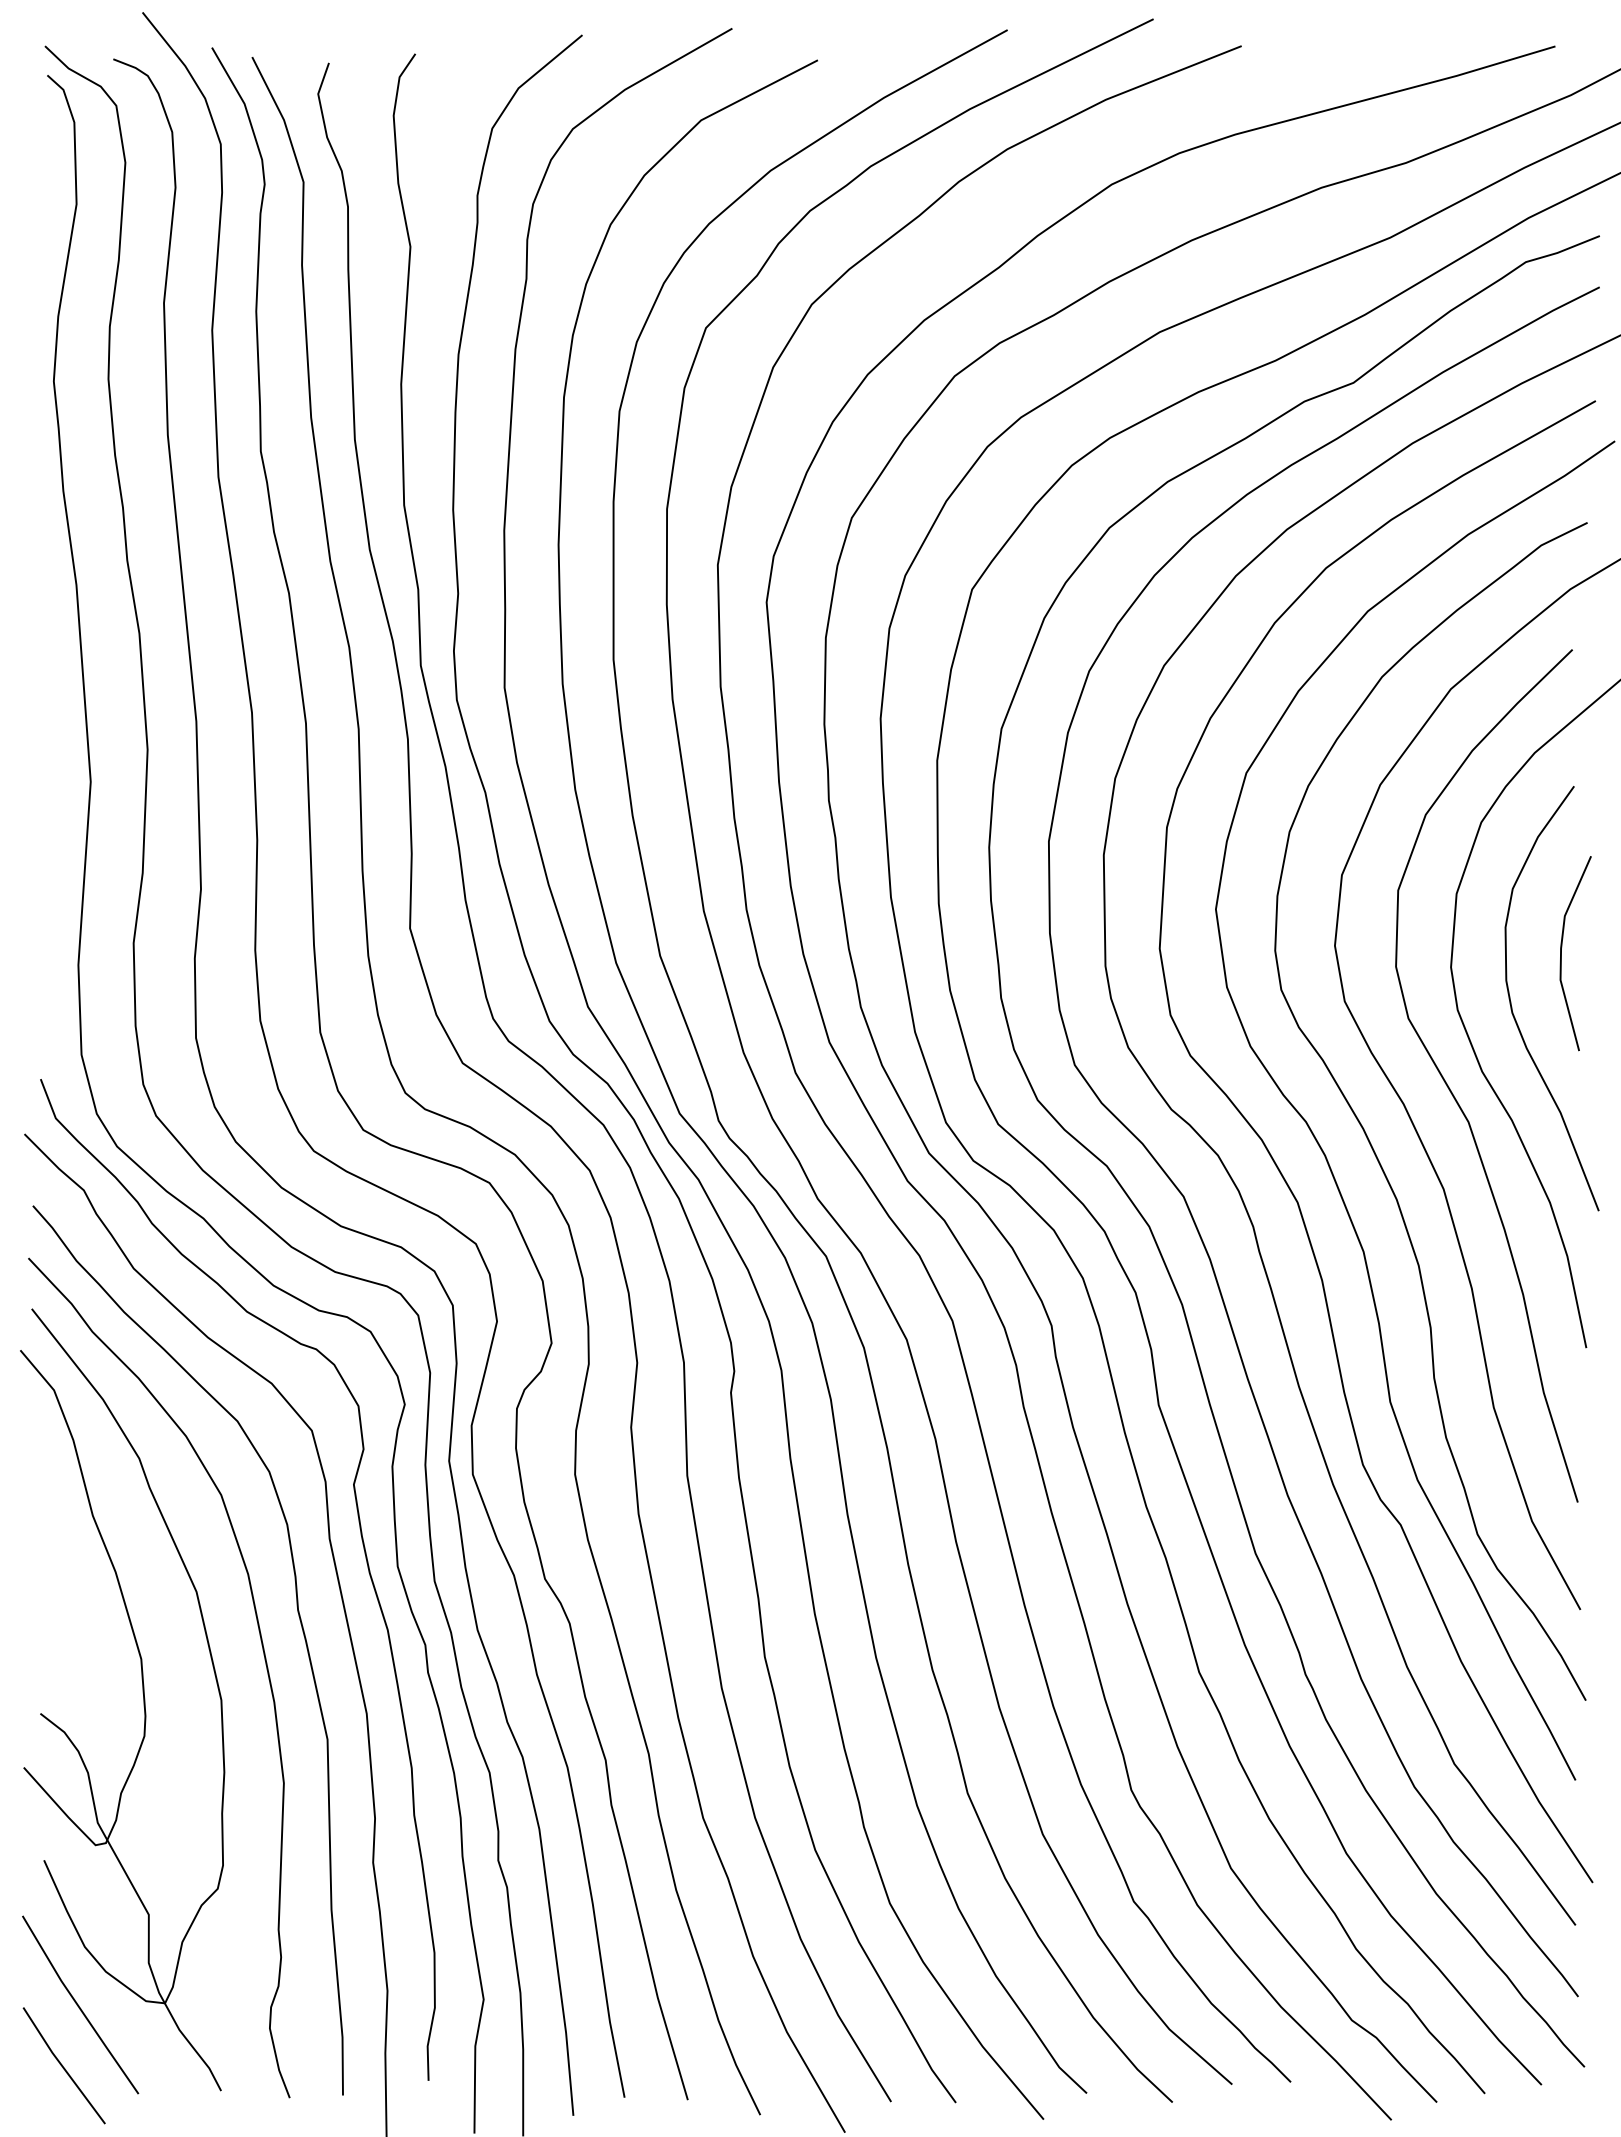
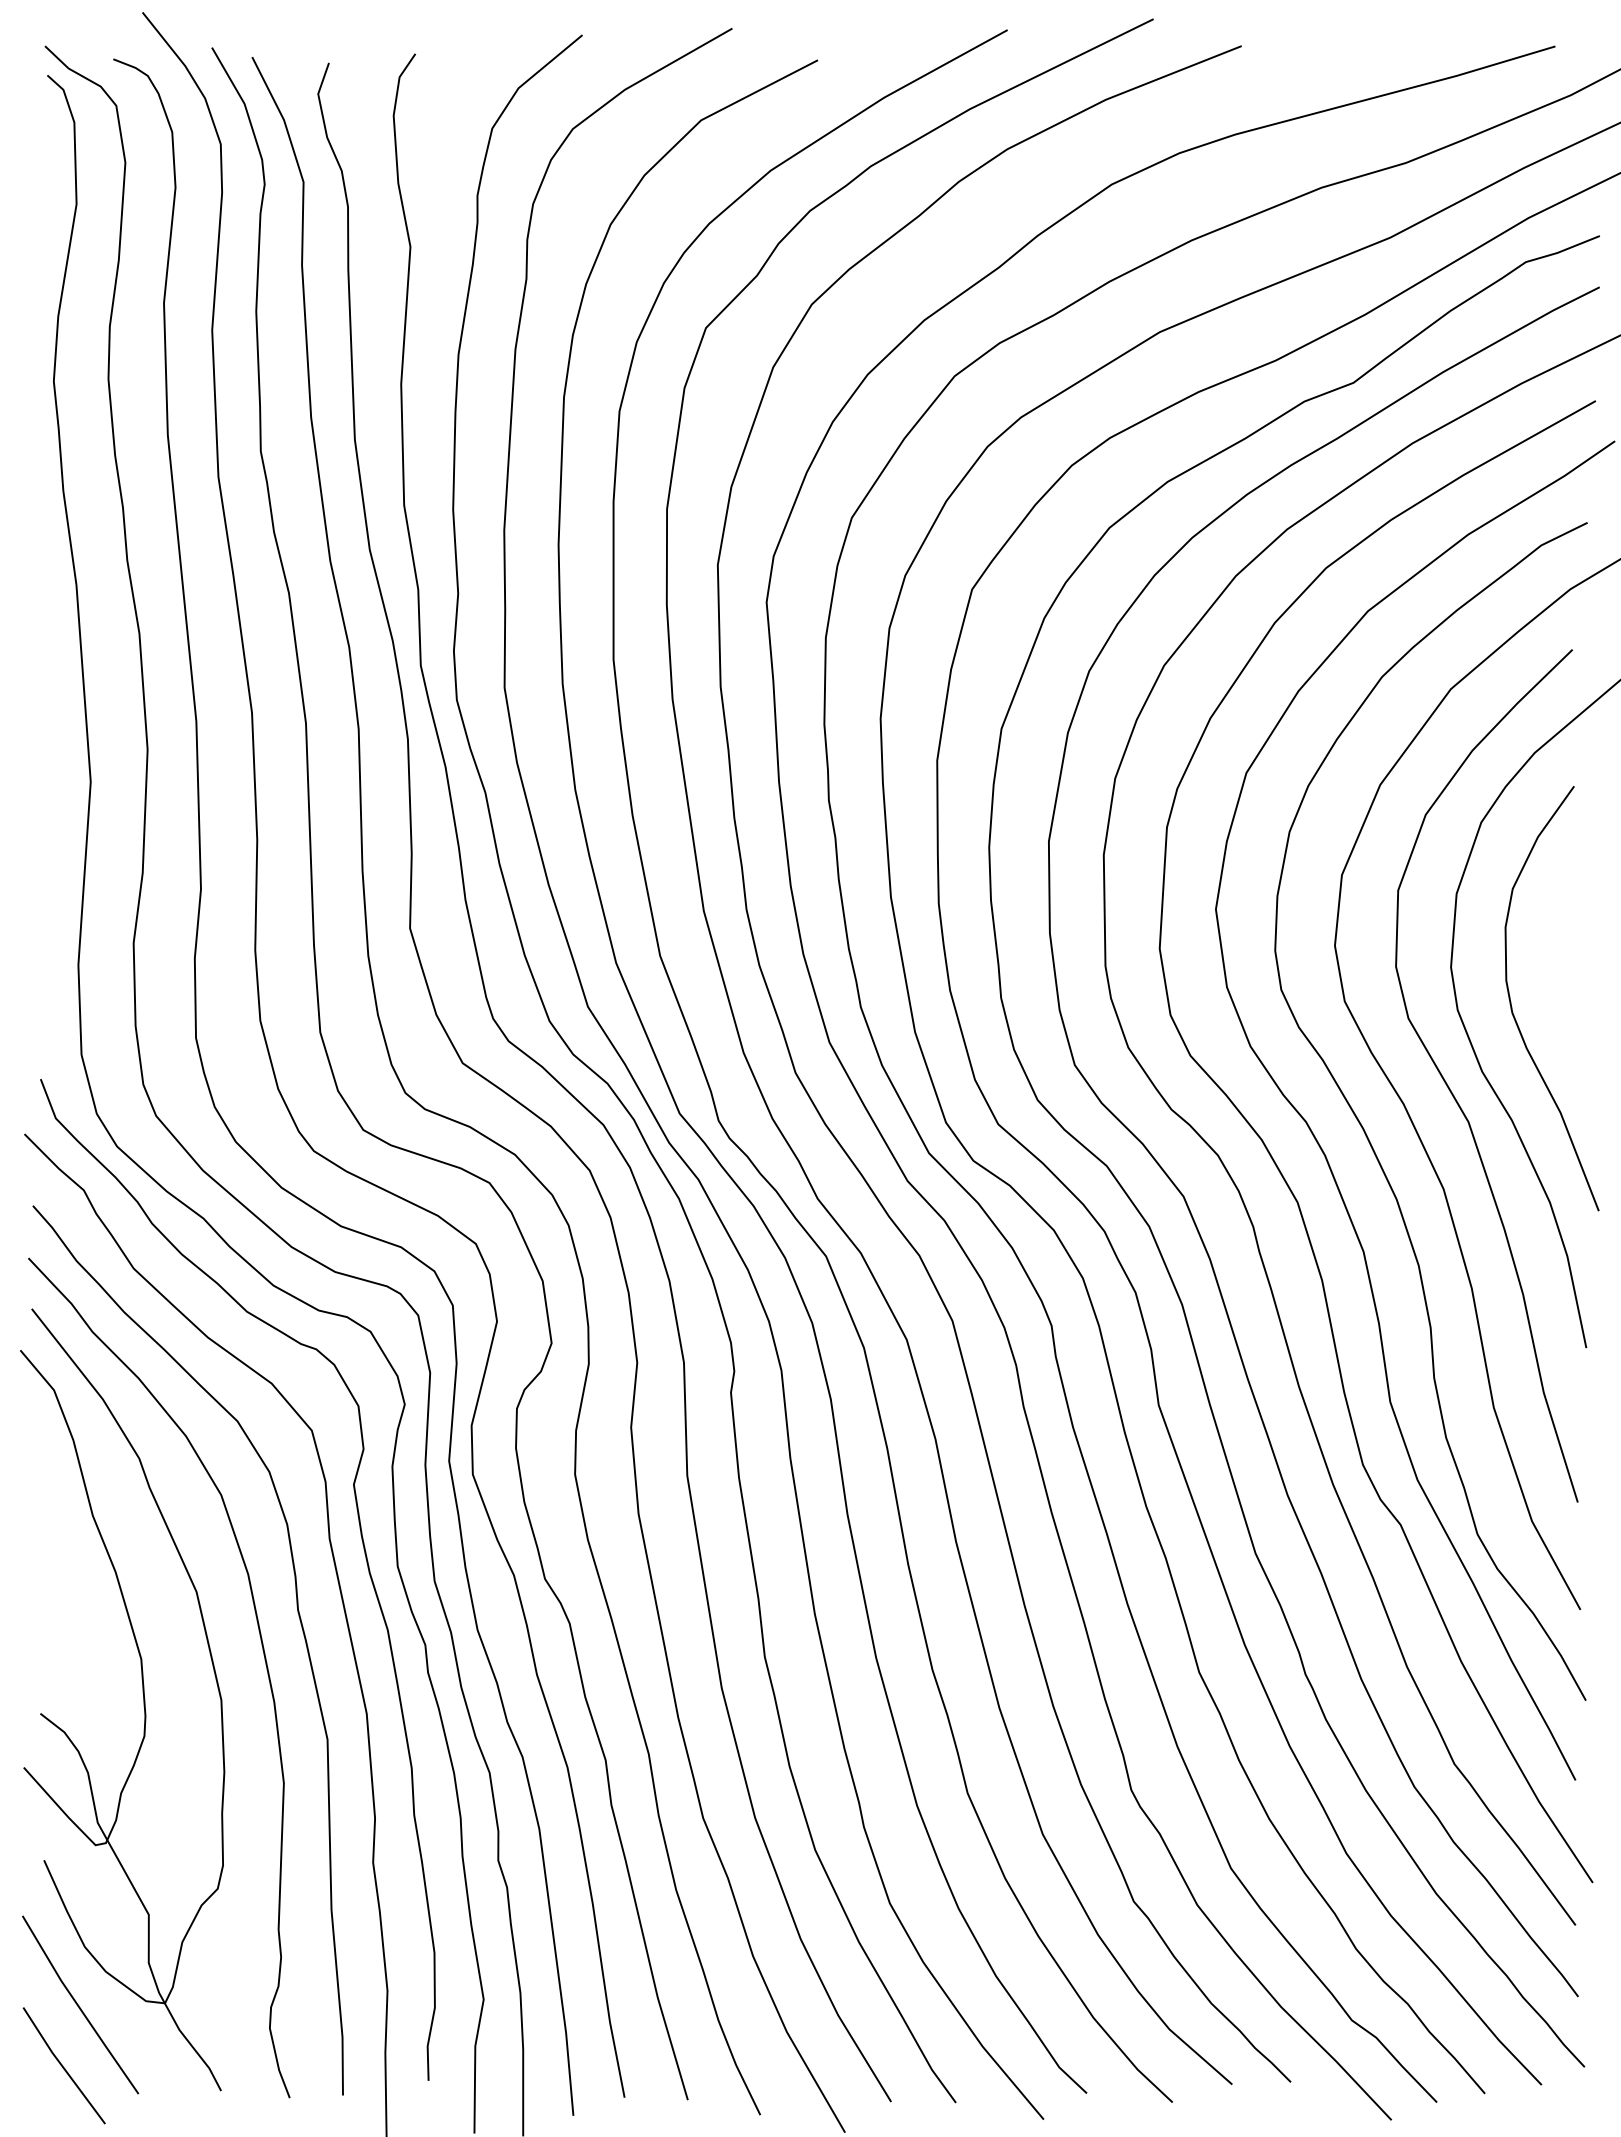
line at (1561, 953): present -> none
